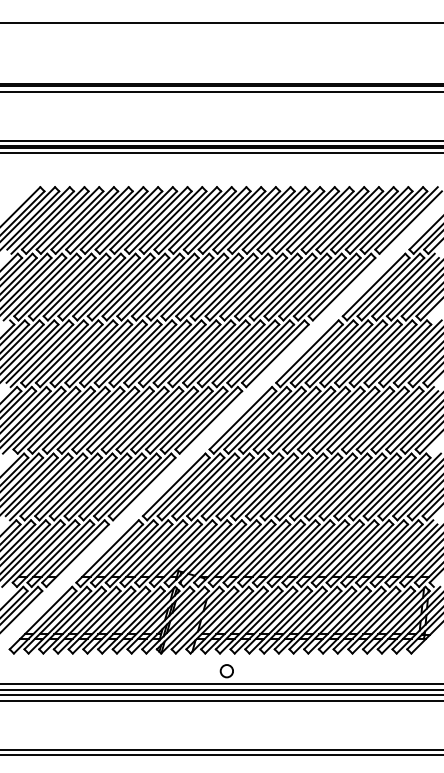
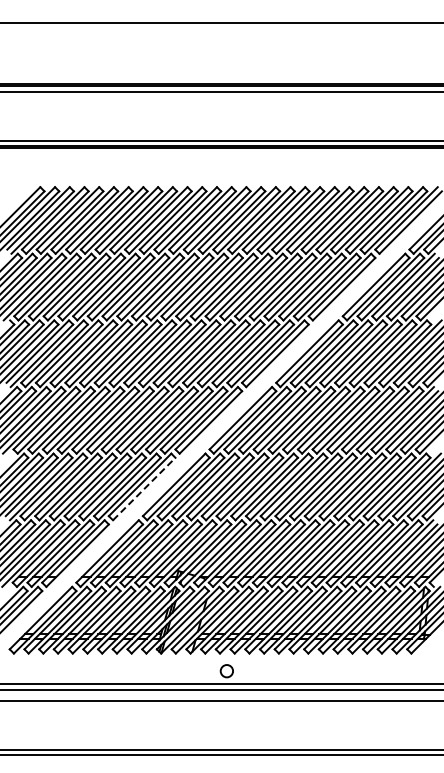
line at (221, 153): present -> none
line at (144, 488): solid -> dashed
line at (221, 695): present -> none
